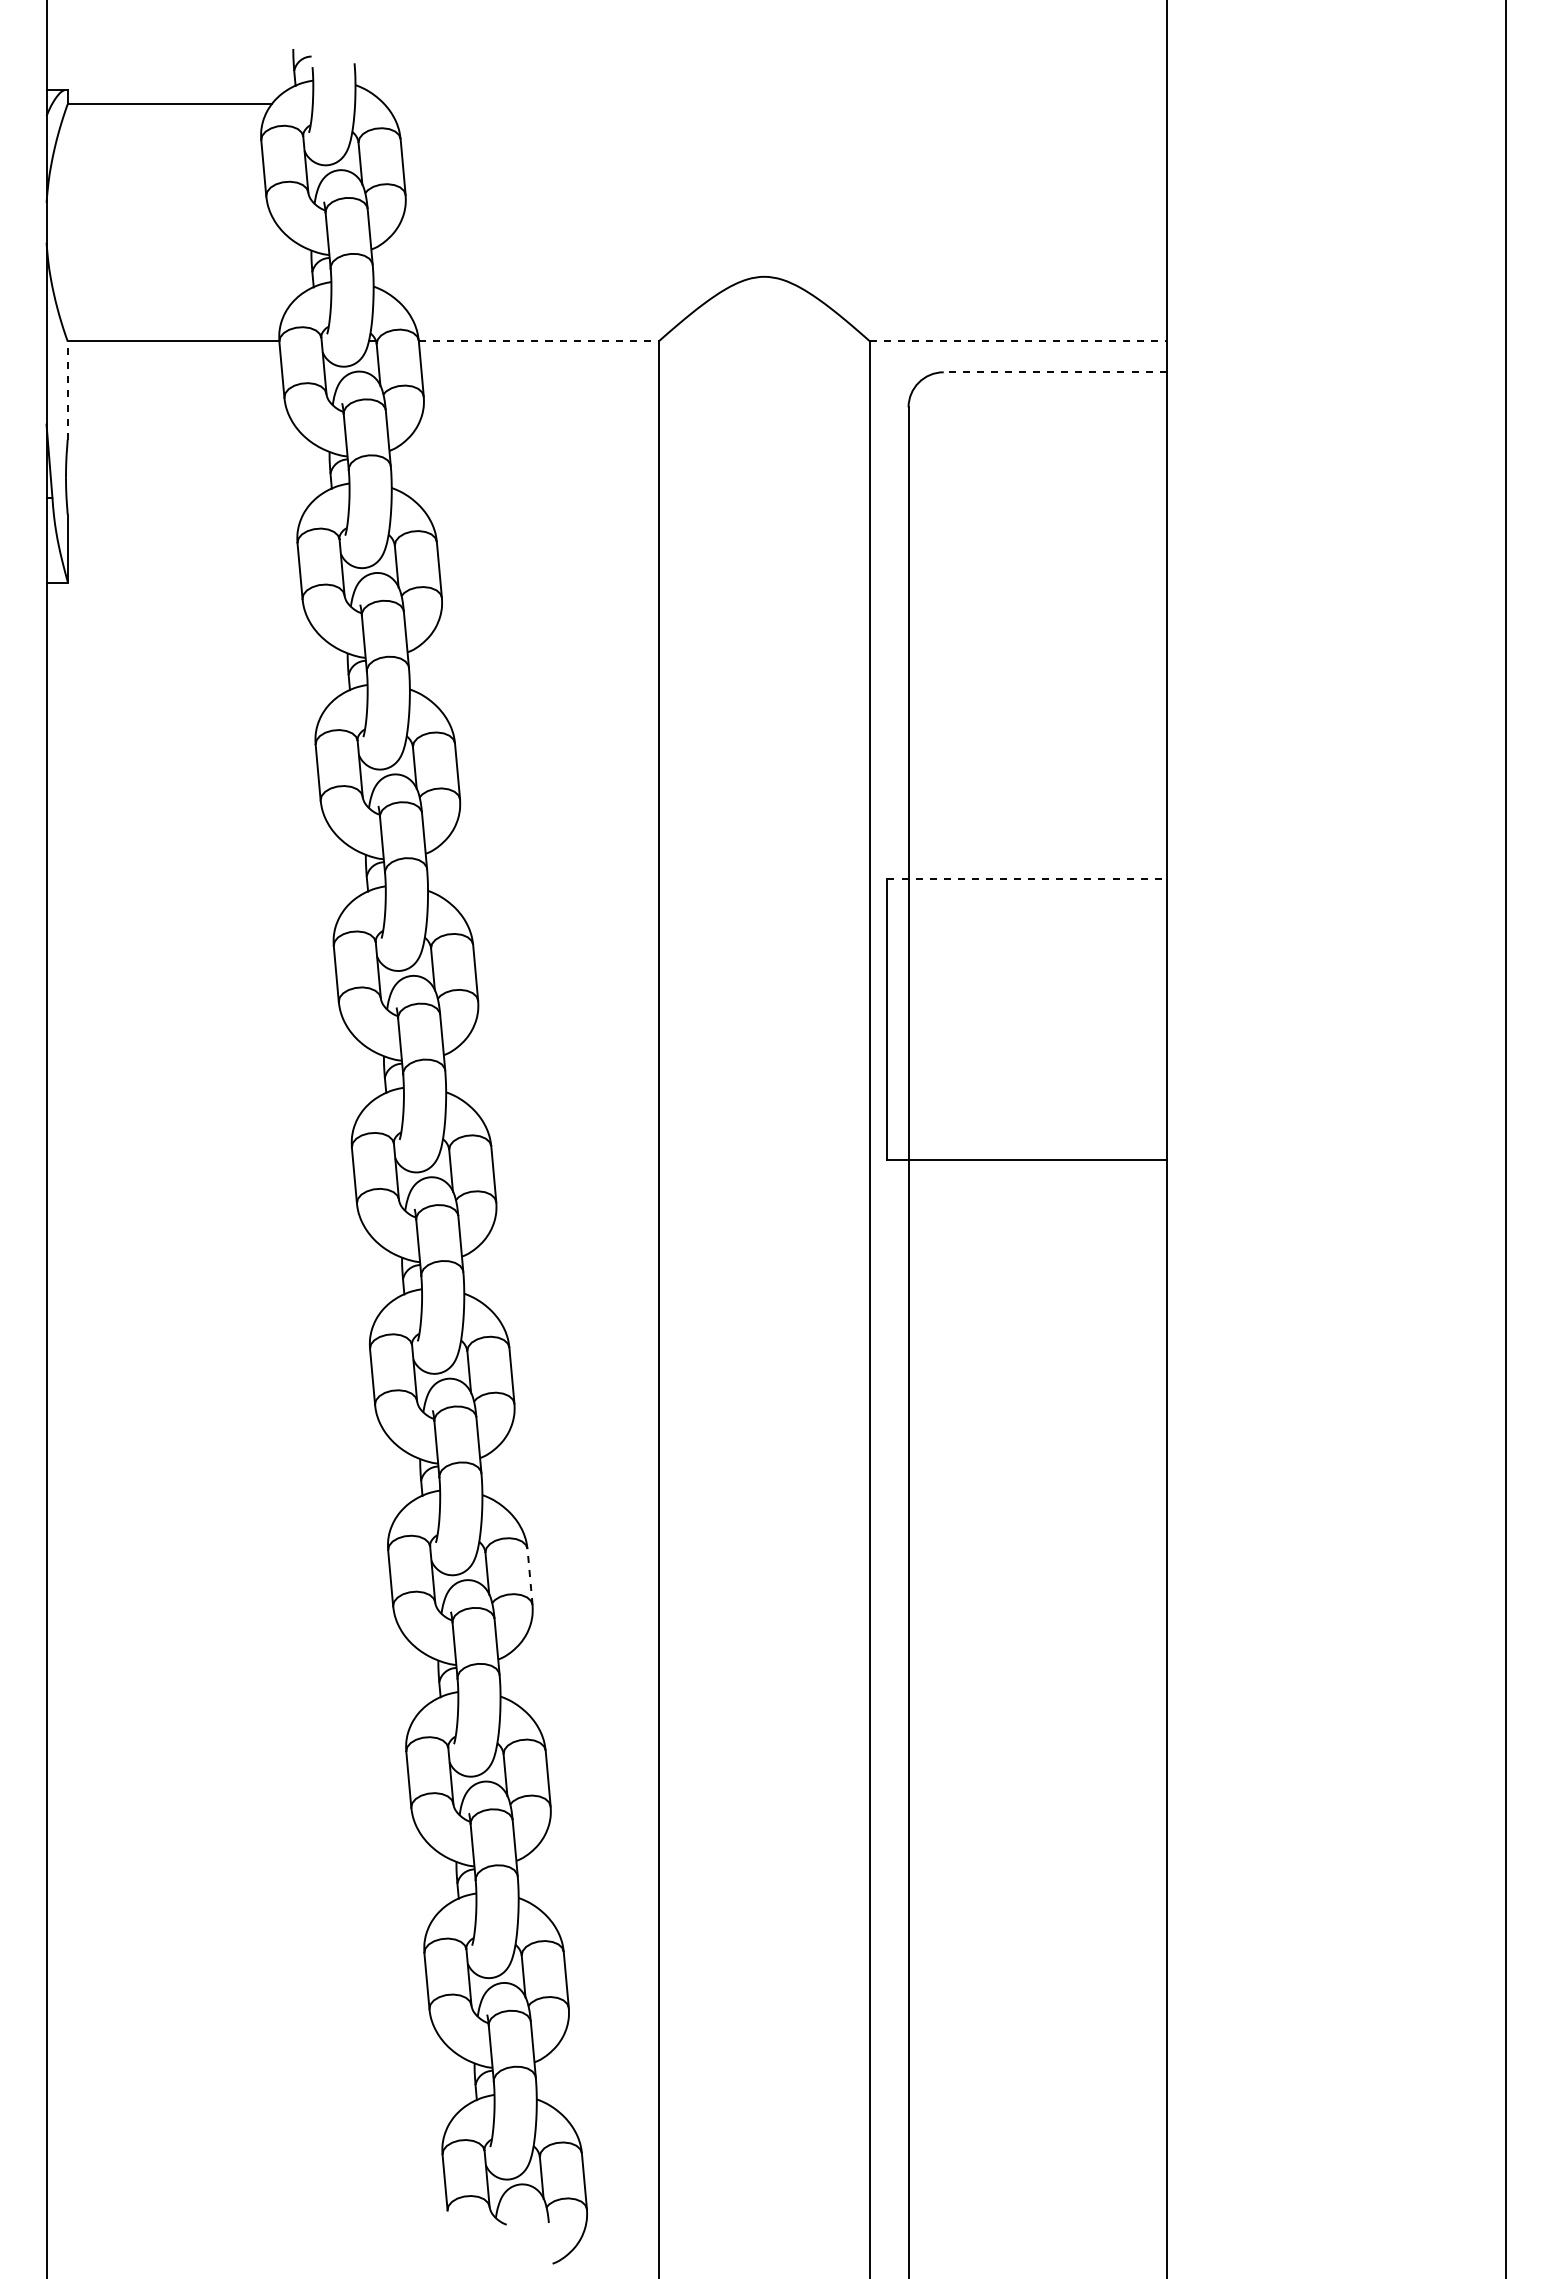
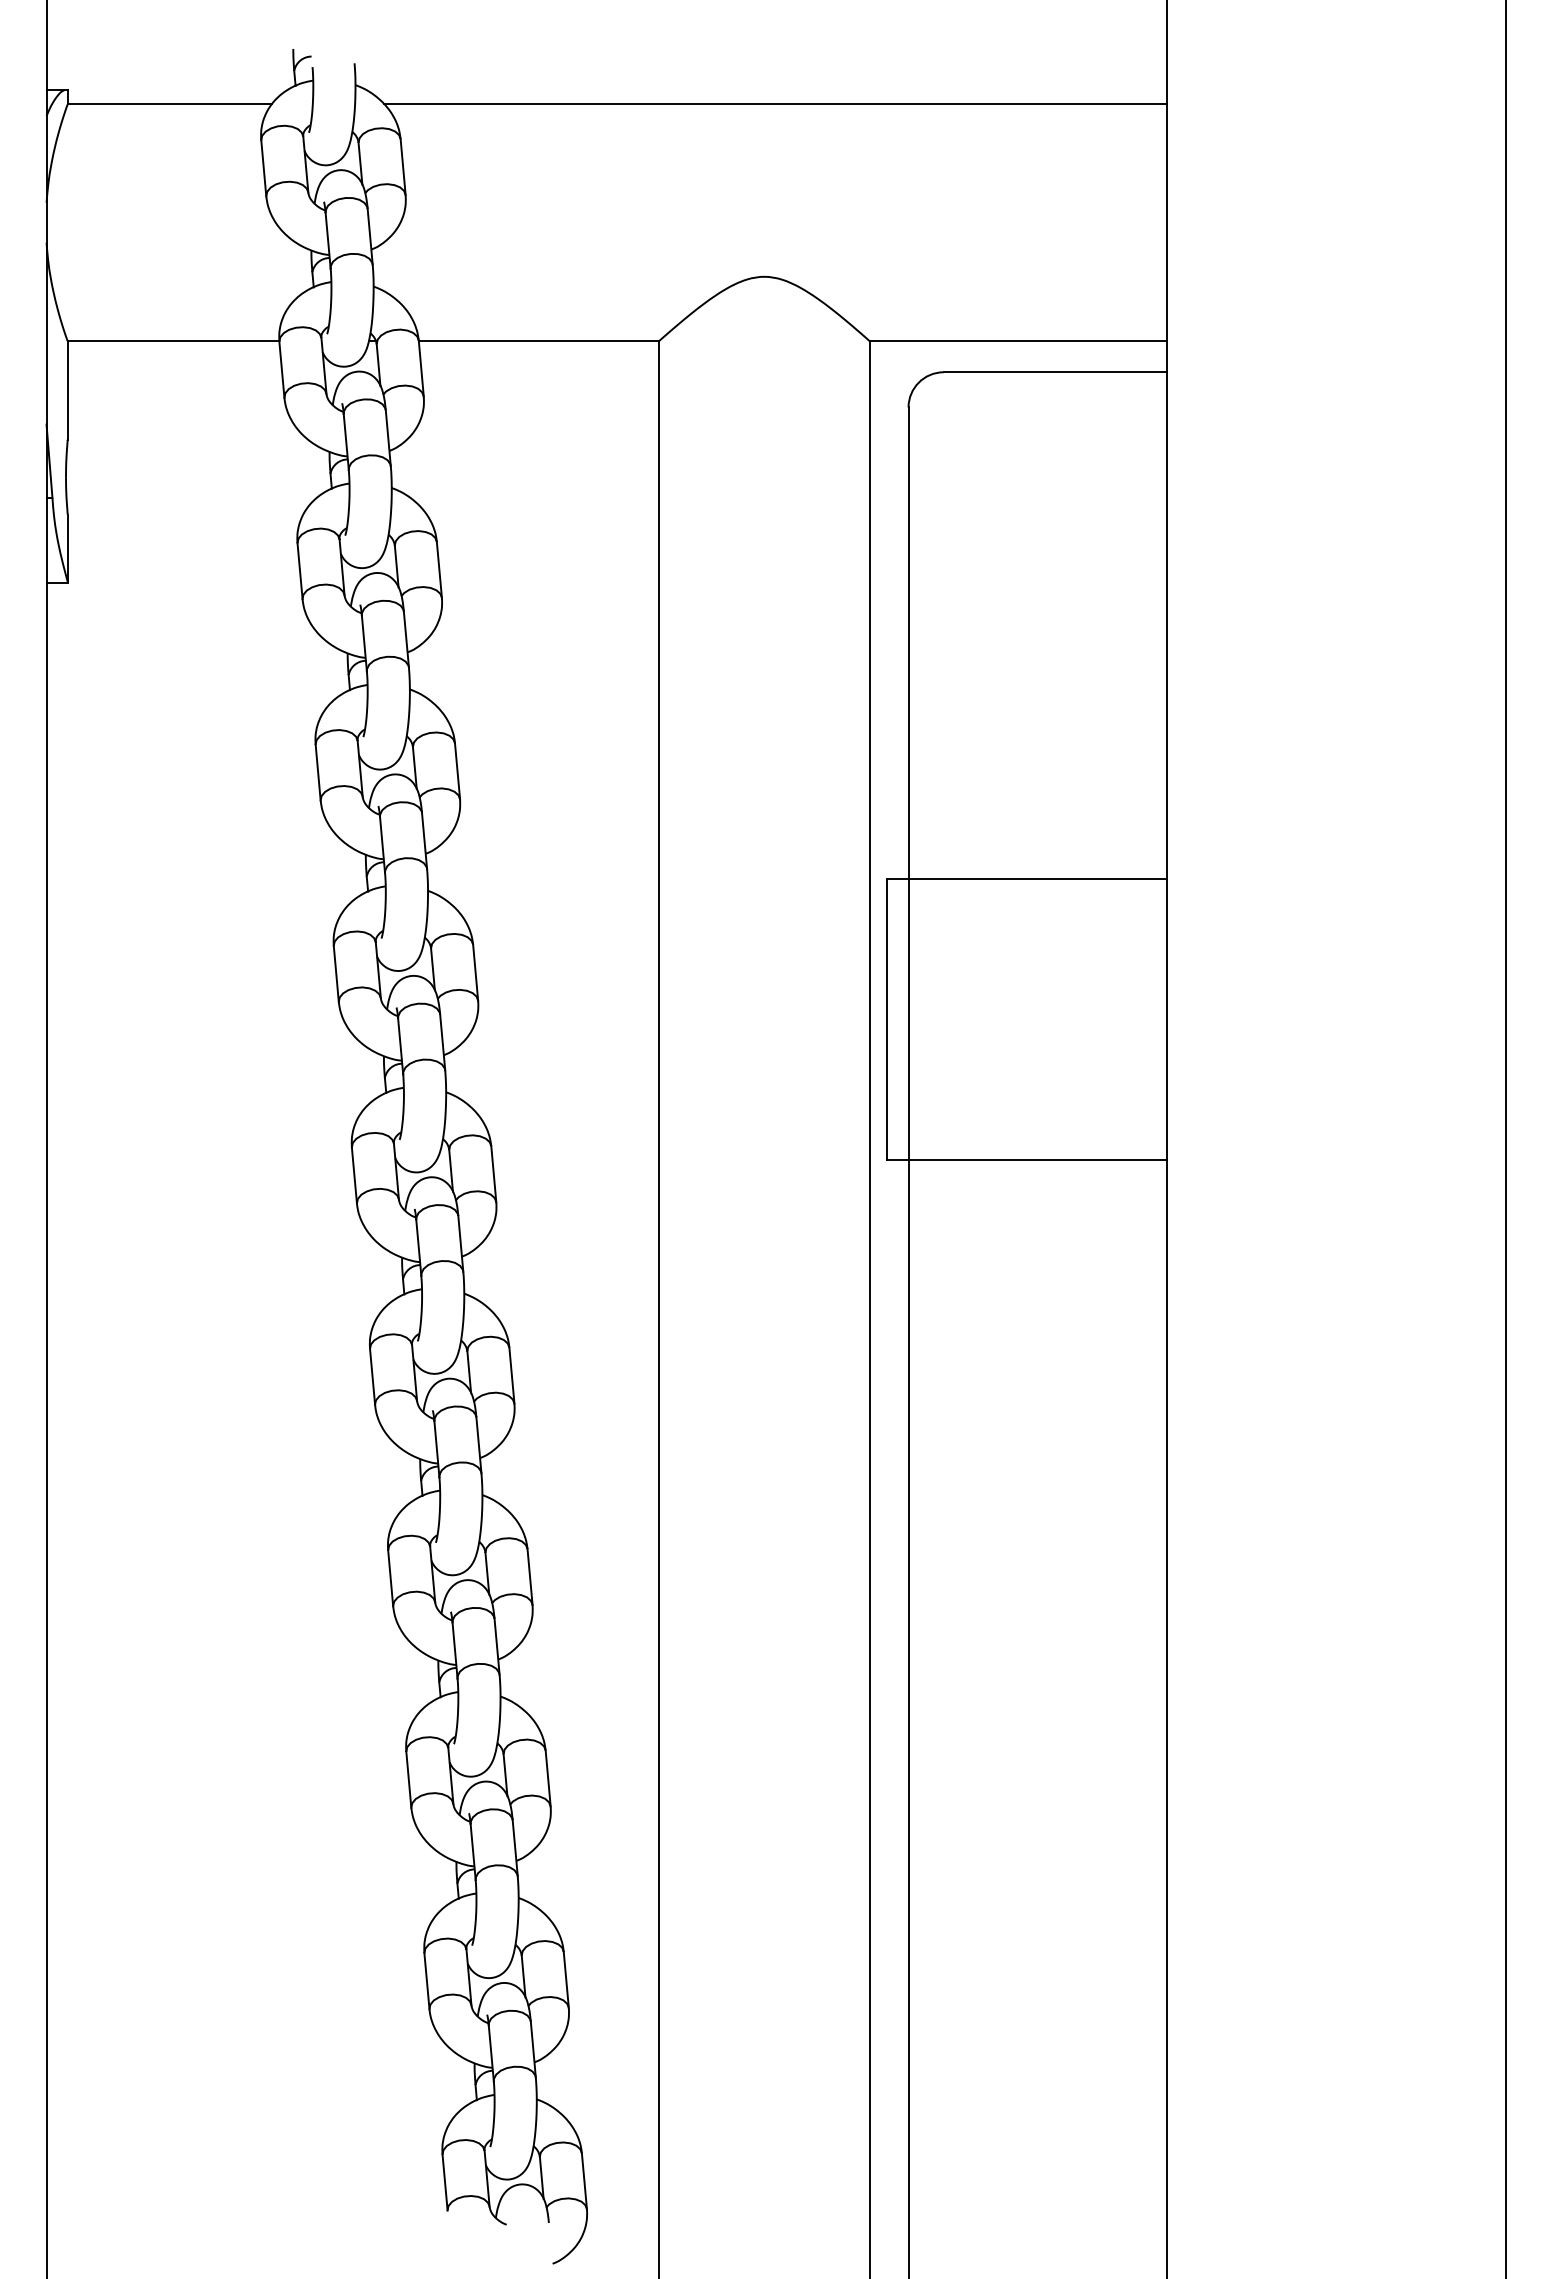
line at (775, 104): none -> present
line at (538, 341): dashed -> solid
line at (1018, 341): dashed -> solid
line at (1054, 372): dashed -> solid
line at (67, 390): dashed -> solid
line at (1027, 878): dashed -> solid
line at (530, 1576): dashed -> solid
